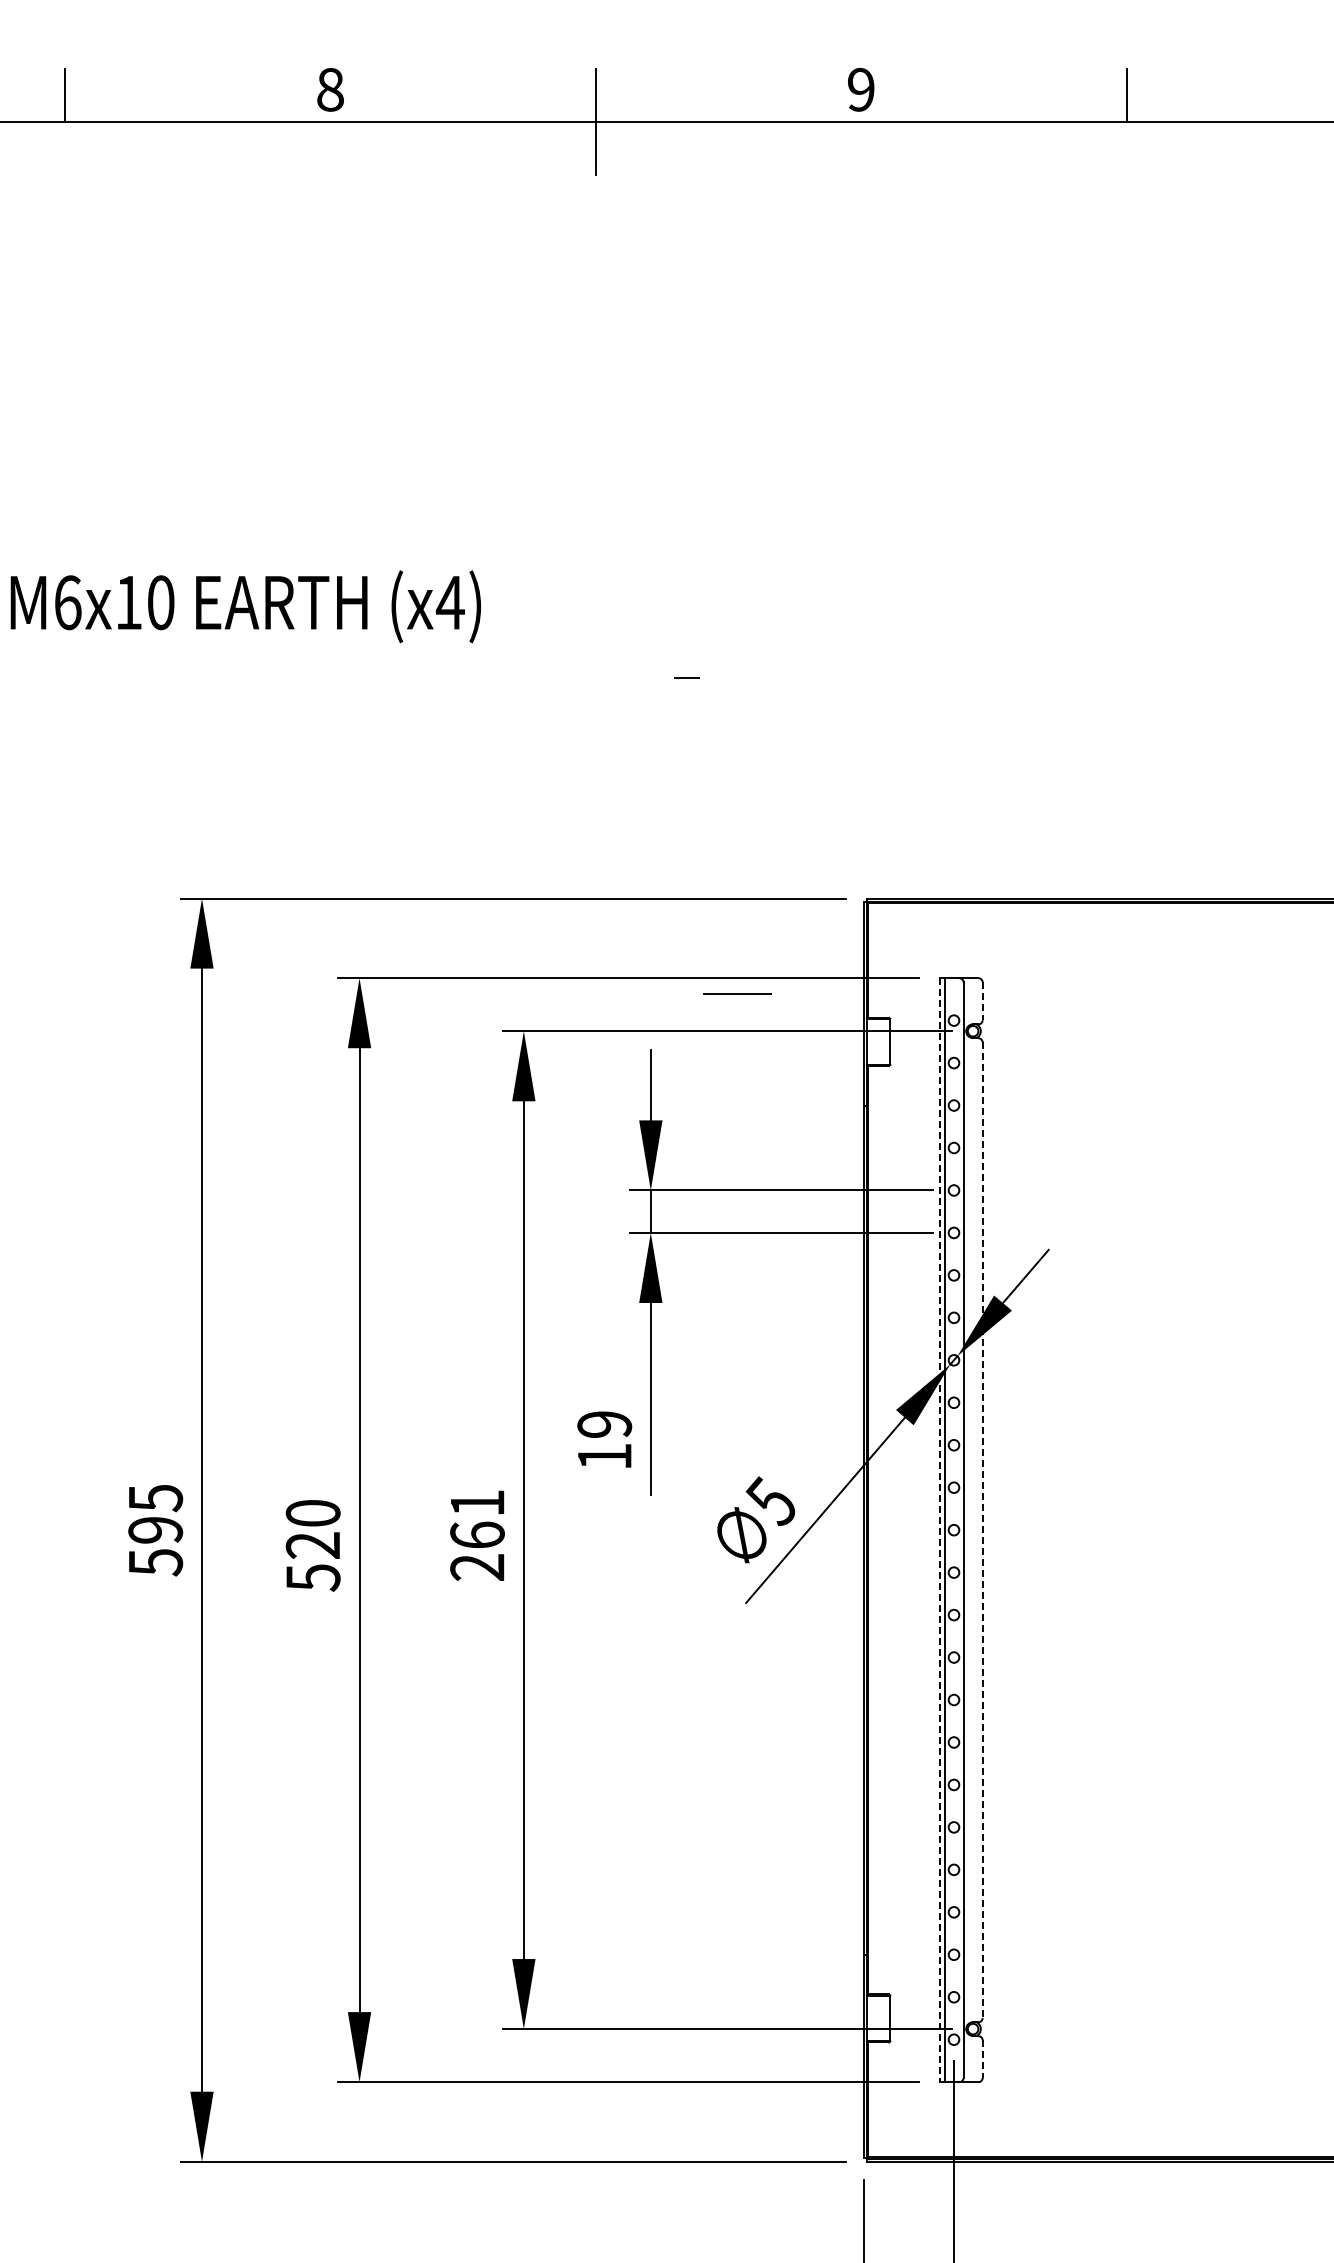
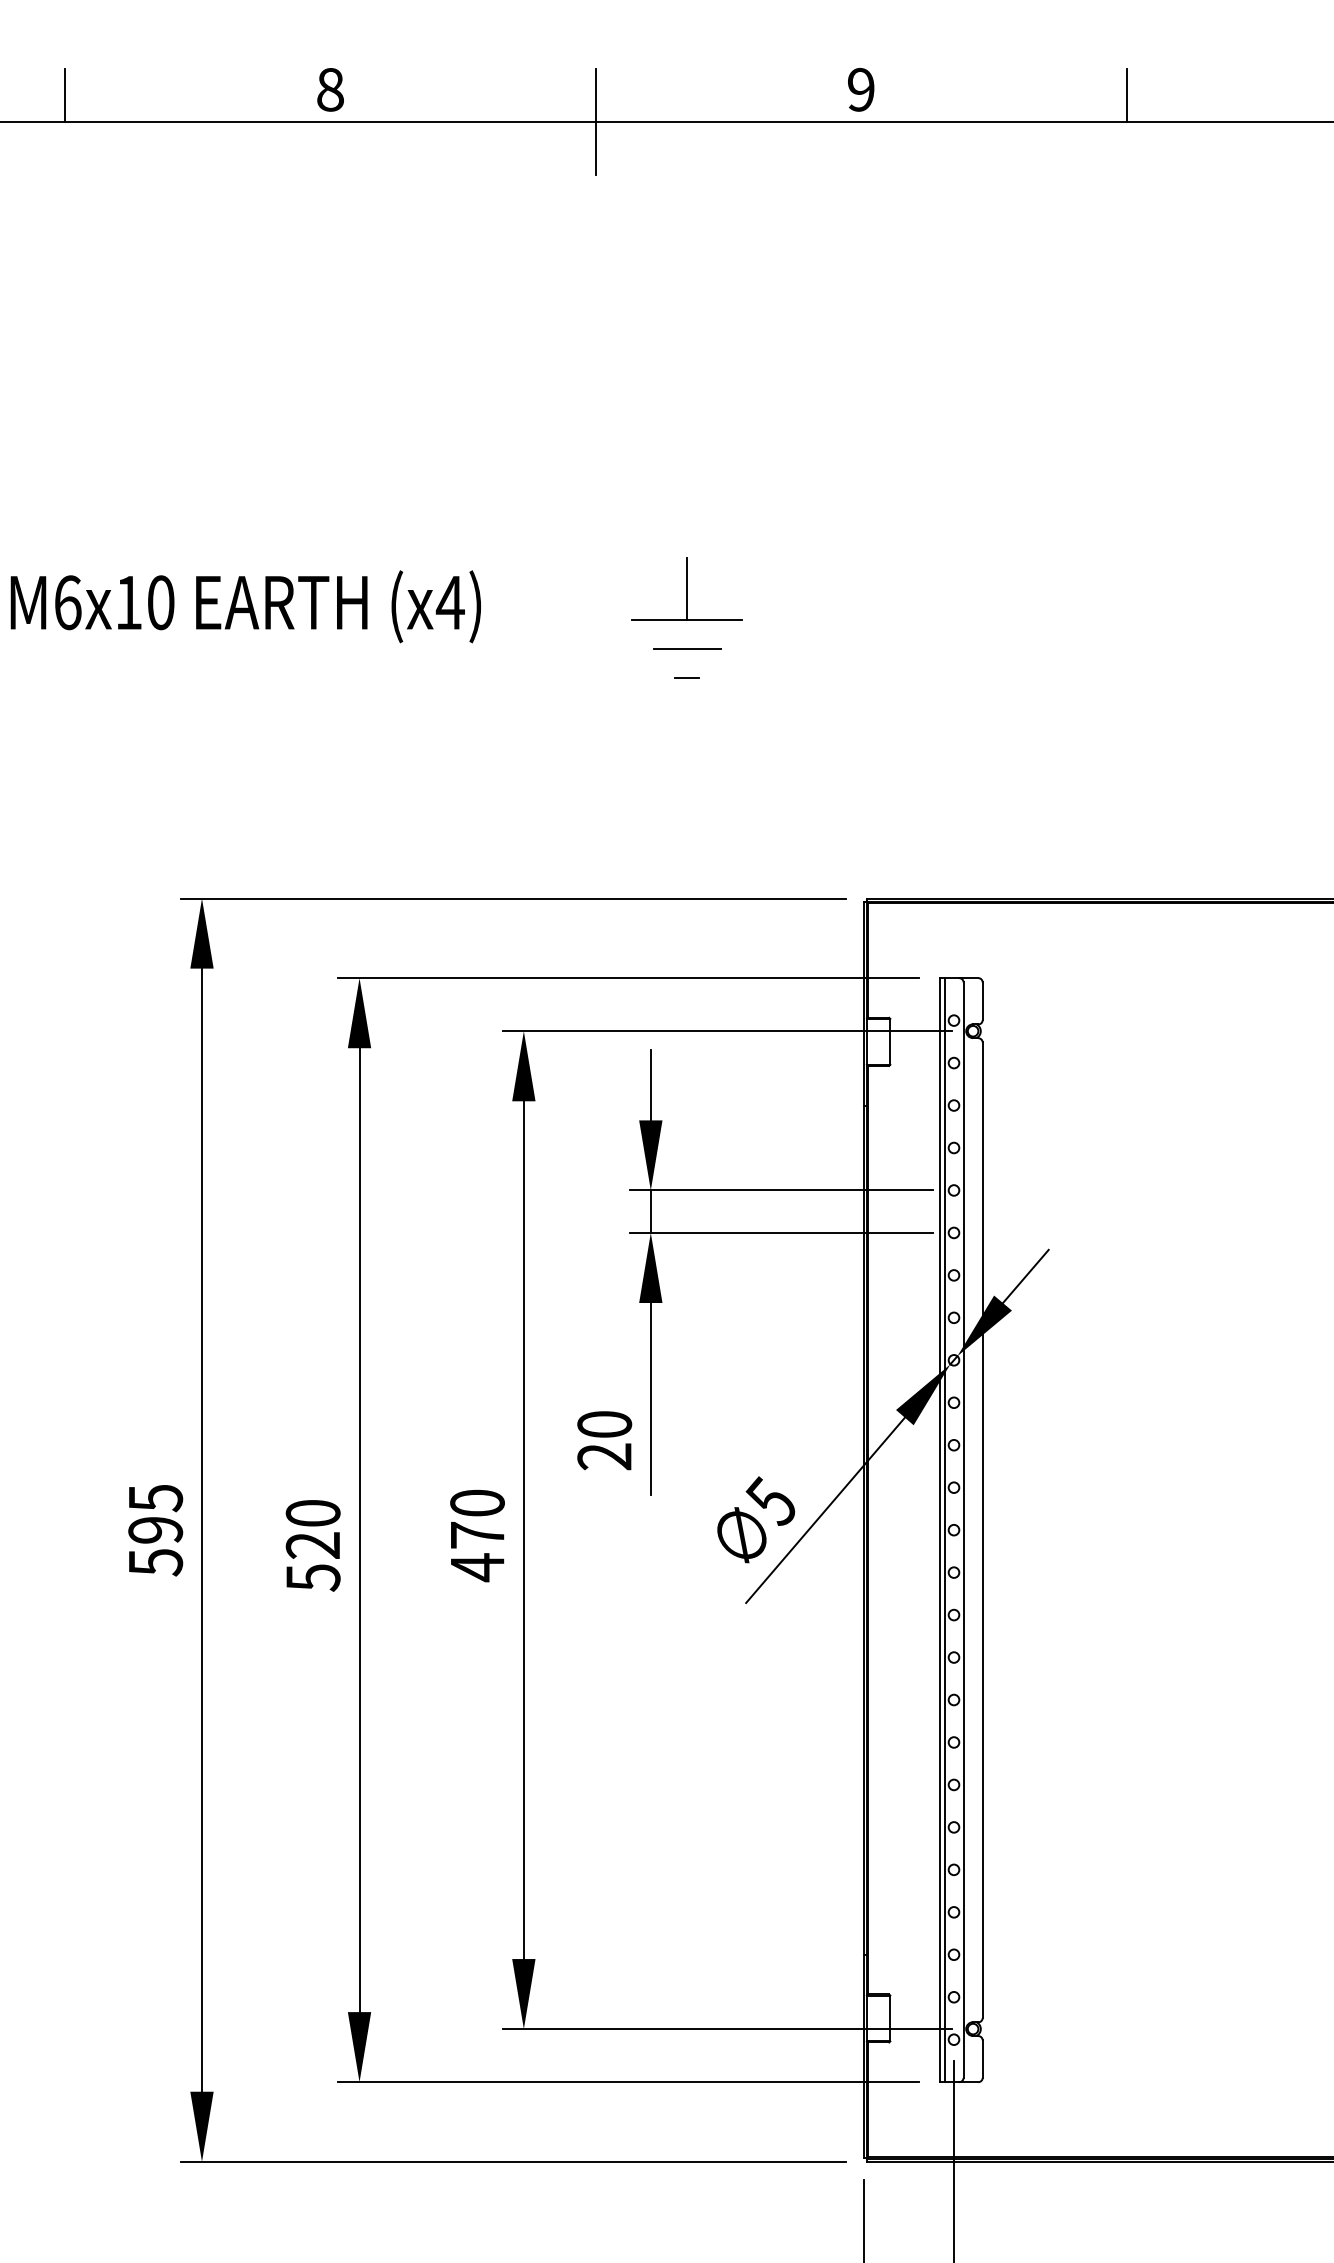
part at (686, 588): none -> present
line at (737, 993) position: (737, 993) -> (687, 648)
line at (982, 1001): dashed -> solid
text at (604, 1440): 19 -> 20
line at (940, 1530): dashed -> solid
line at (982, 1530): dashed -> solid
text at (477, 1535): 261 -> 470
line at (982, 2059): dashed -> solid
